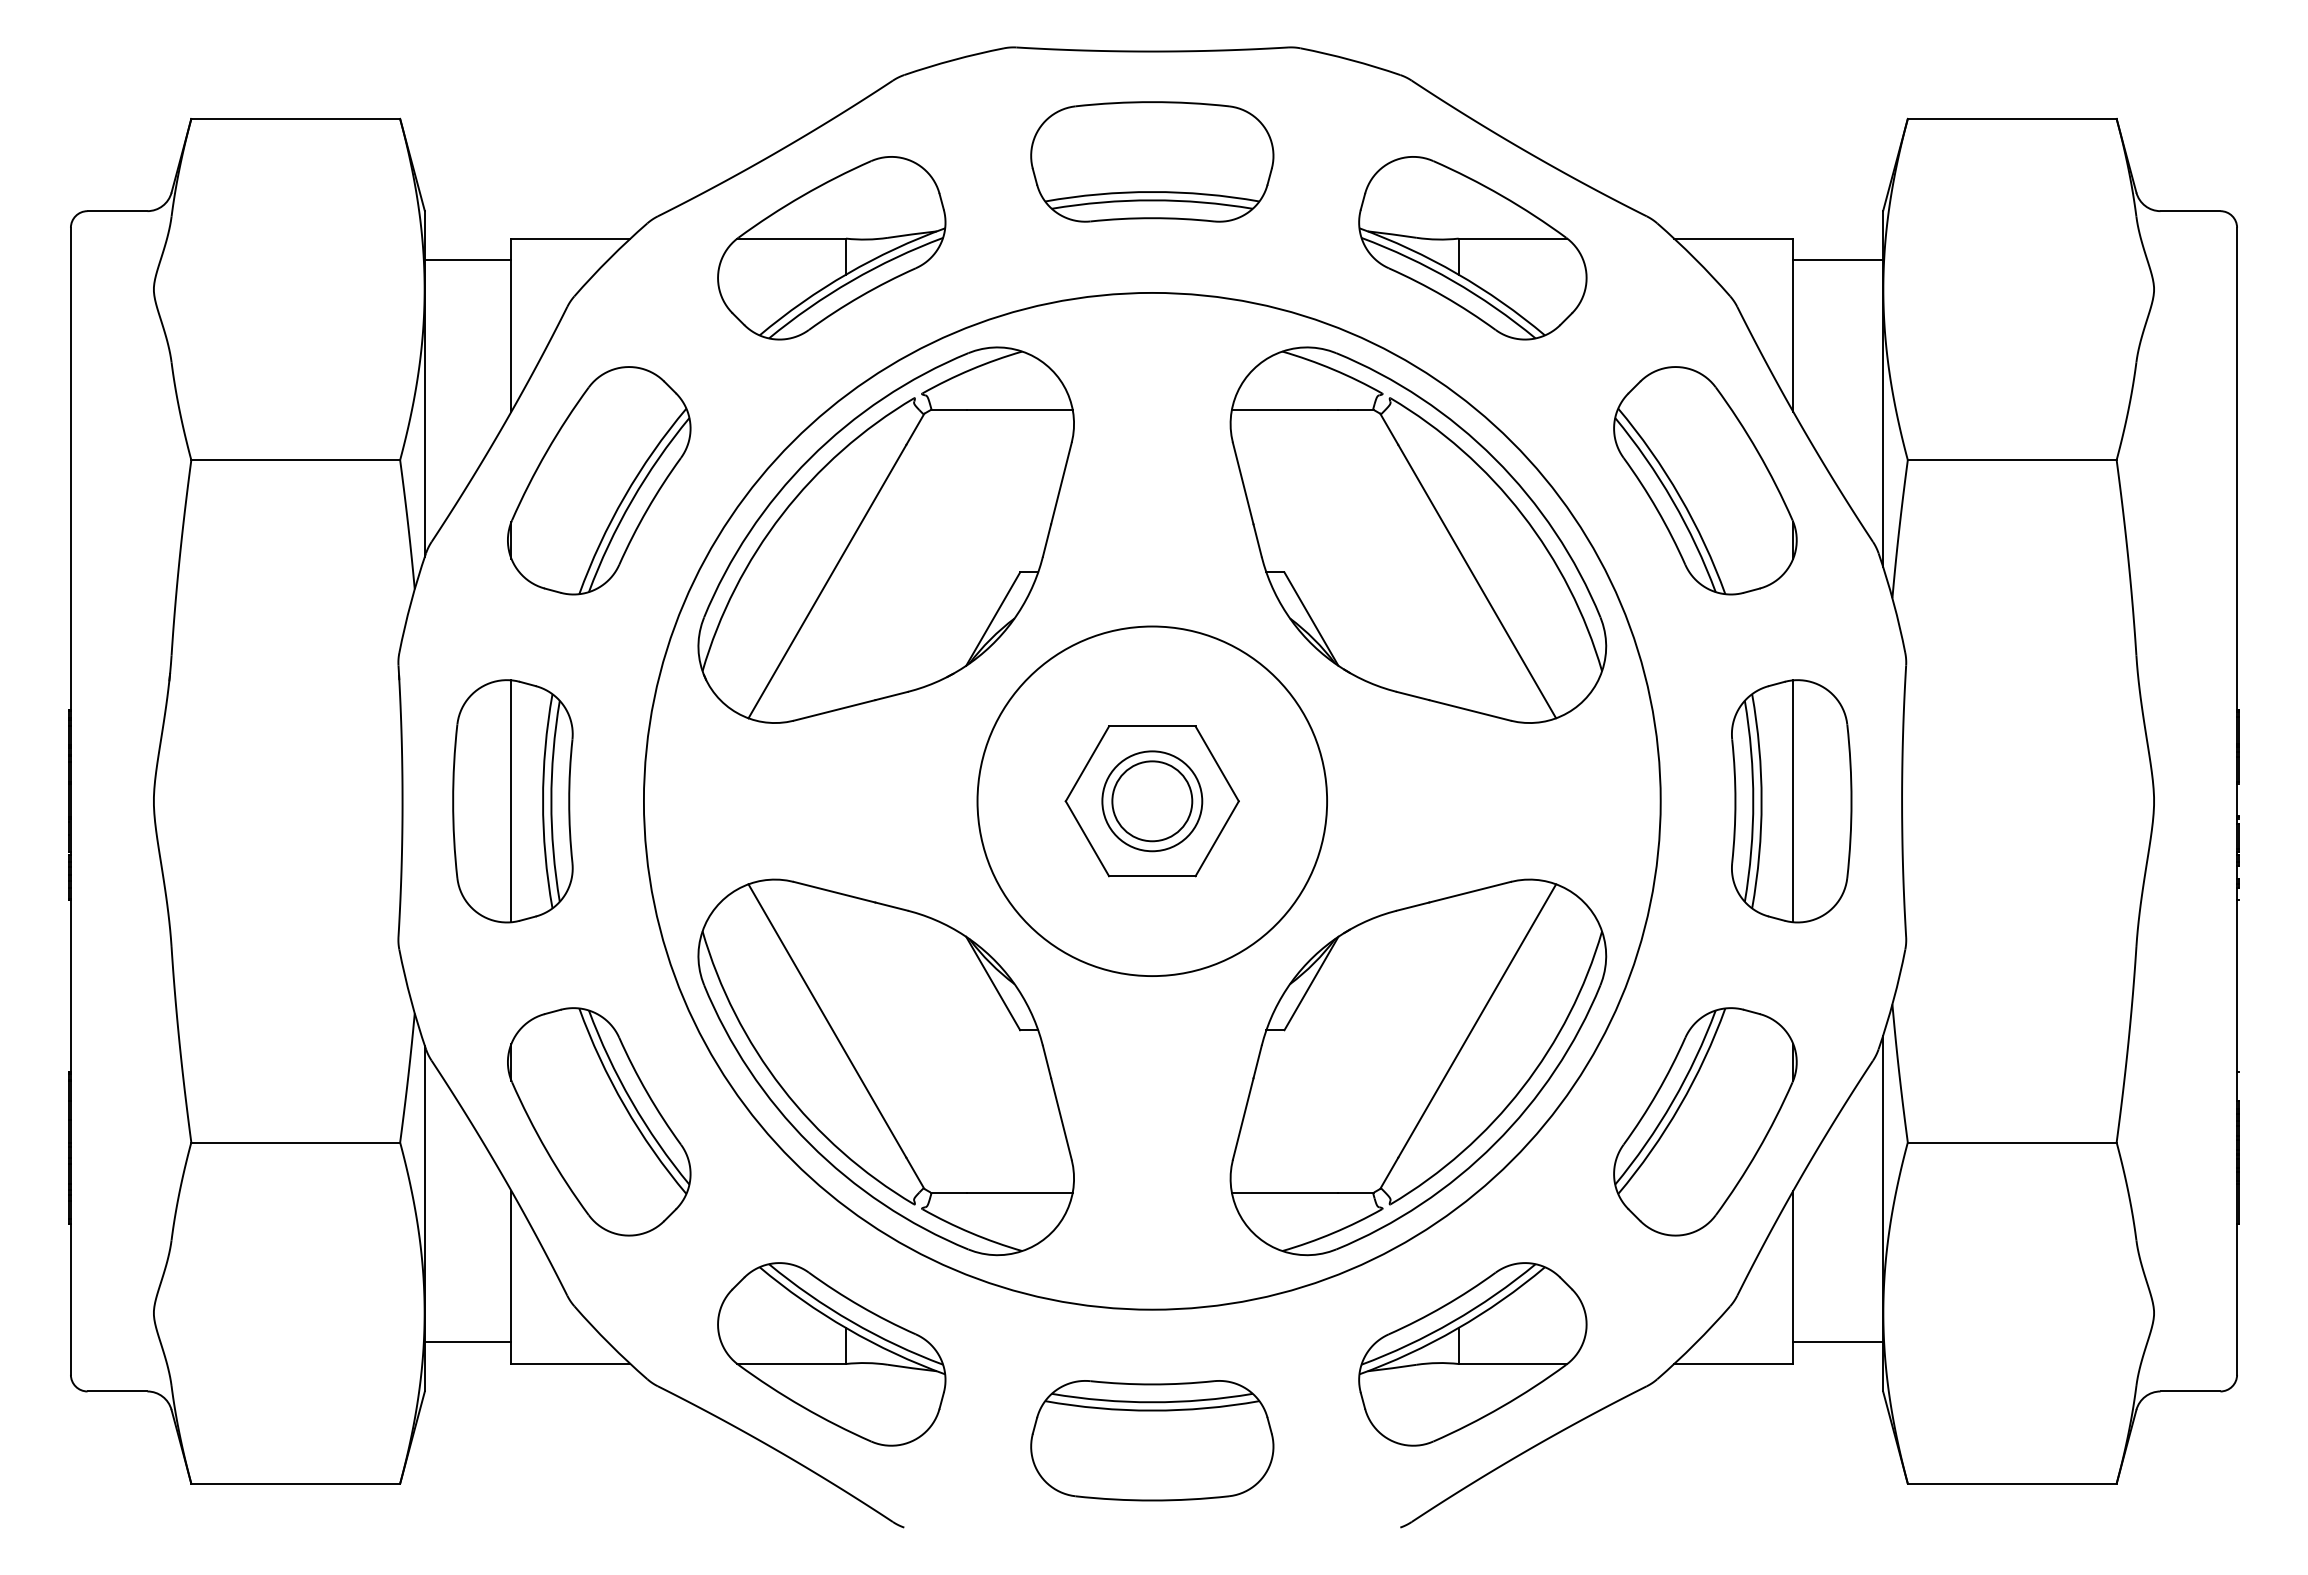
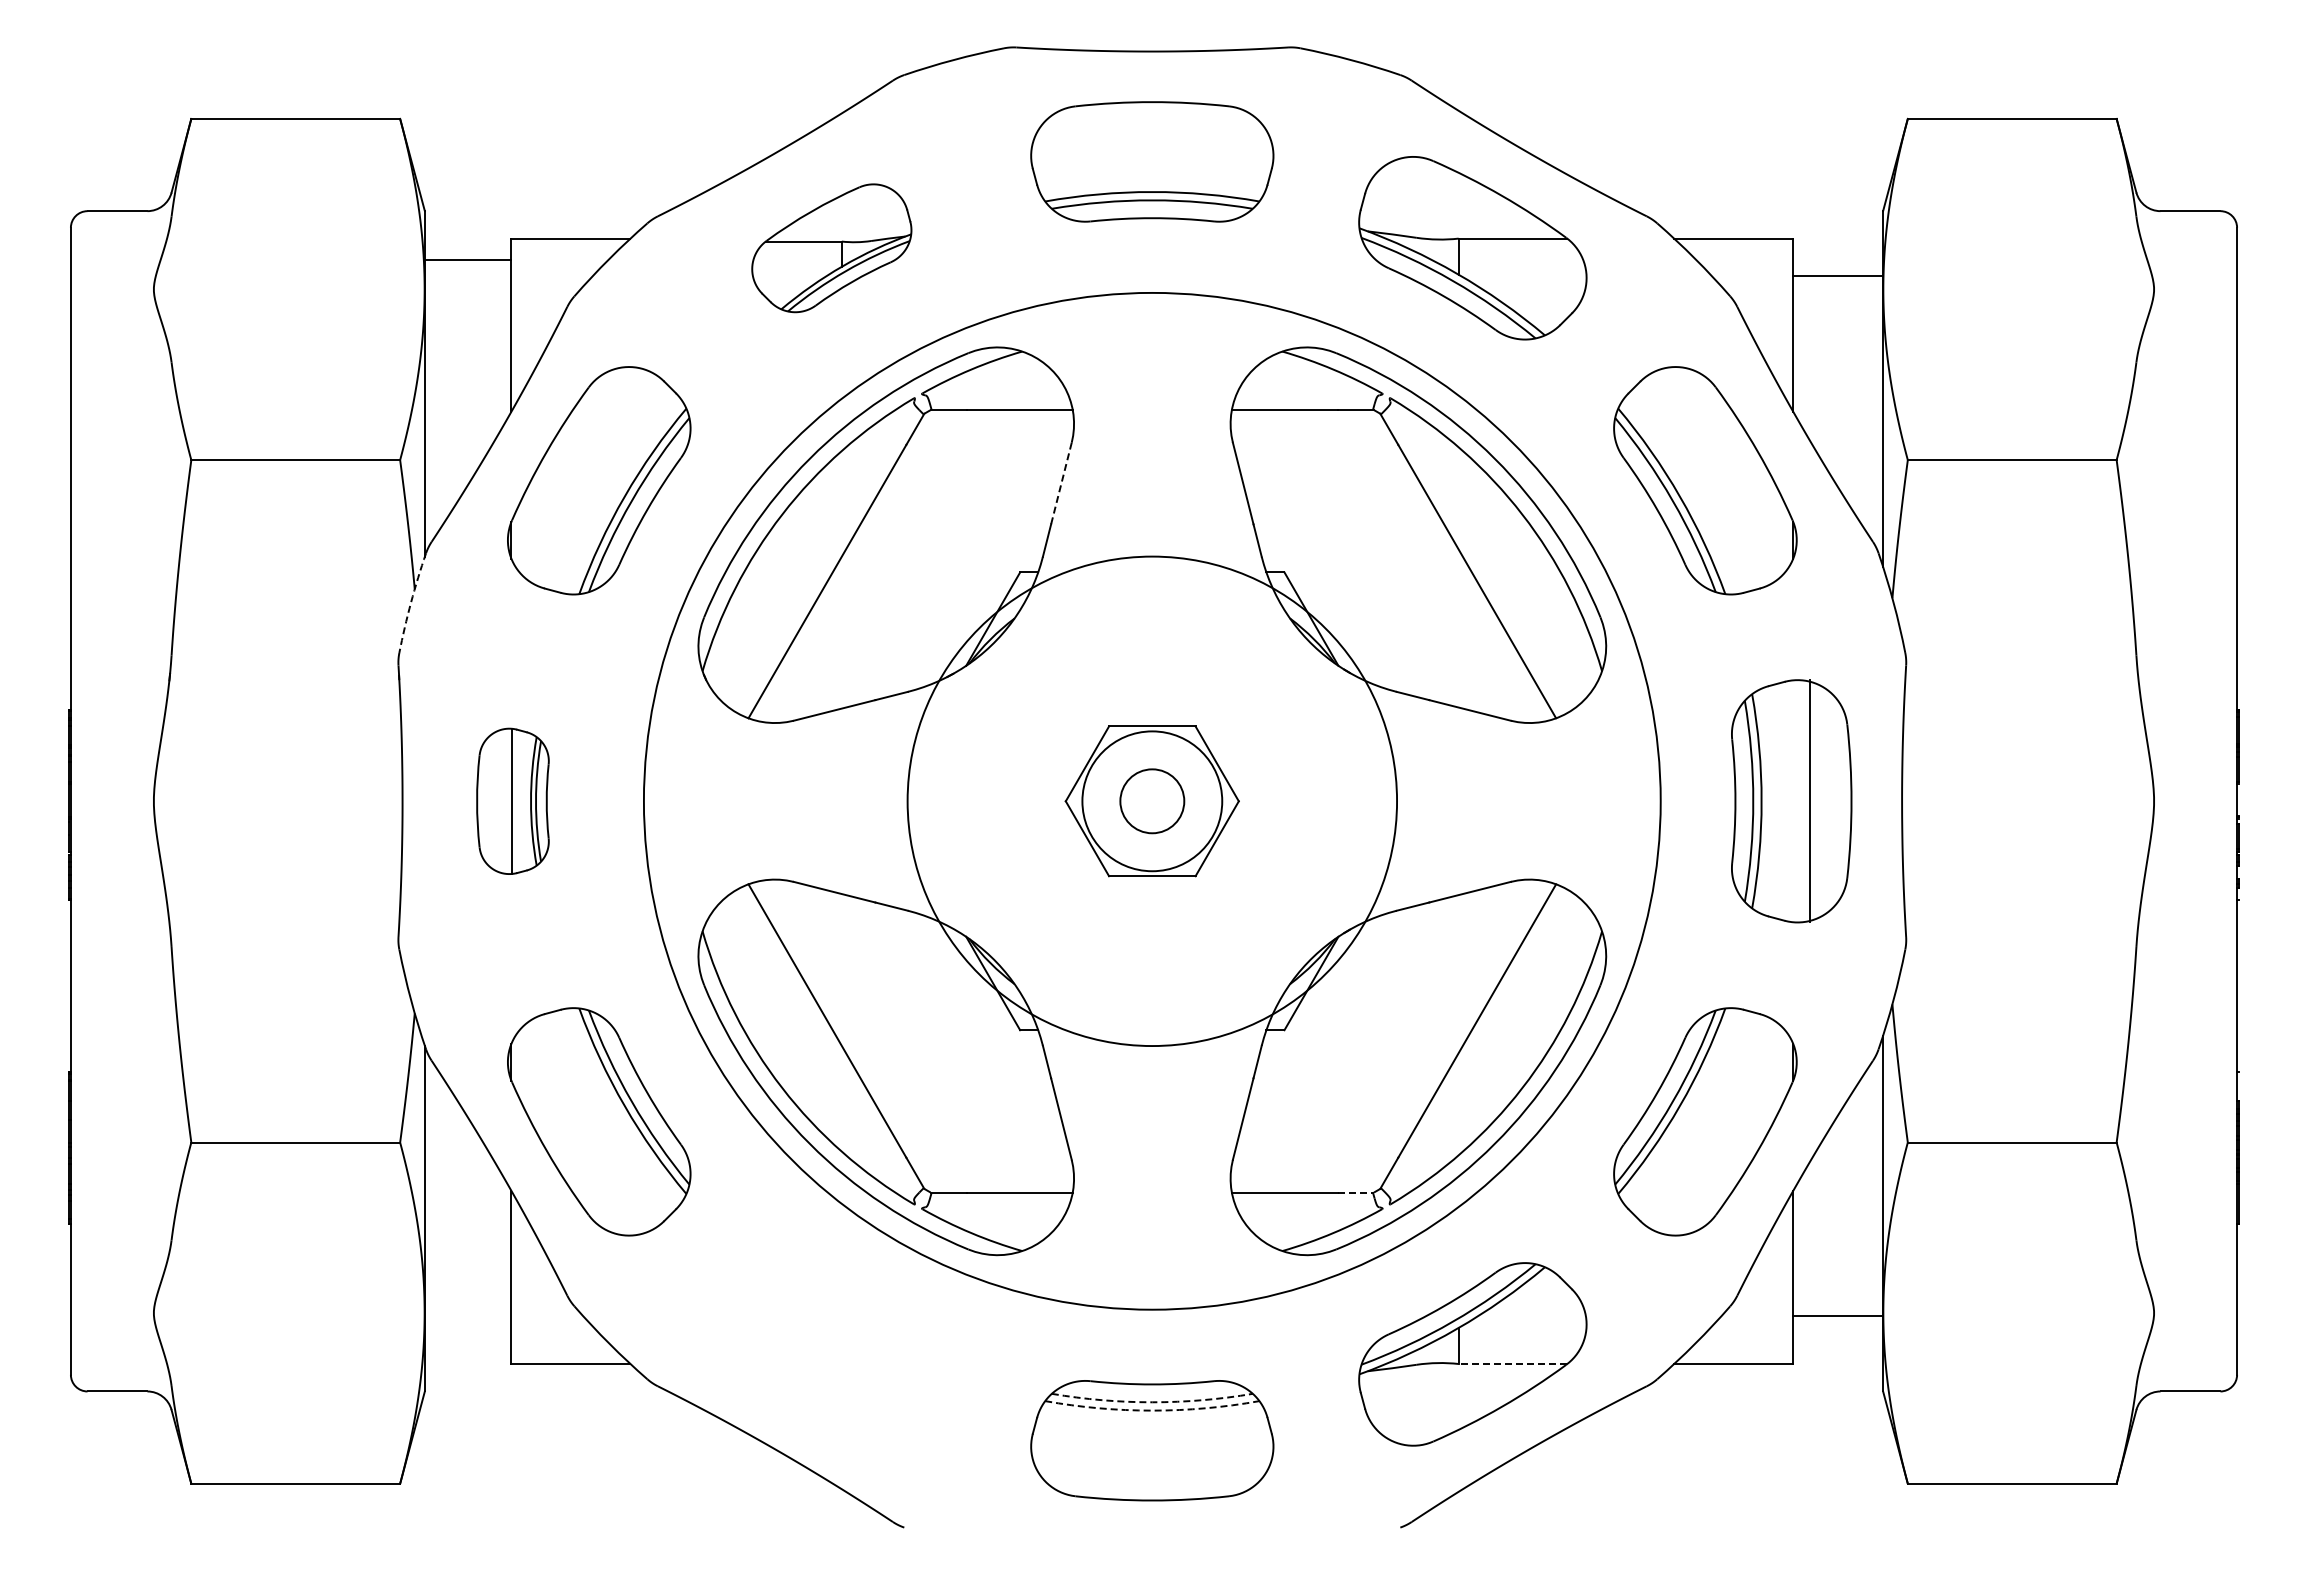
part at (831, 248) size: 230x185 px -> 162x131 px
line at (1838, 260) position: (1838, 260) -> (1838, 276)
line at (1061, 484): solid -> dashed
arc at (411, 602): solid -> dashed
part at (512, 801) size: 122x245 px -> 74x148 px
circle at (1152, 801) diameter: 100 px -> 140 px
circle at (1152, 801) diameter: 350 px -> 489 px
circle at (1152, 801) diameter: 80 px -> 64 px
line at (1793, 801) position: (1793, 801) -> (1810, 801)
line at (1356, 1192): solid -> dashed
line at (467, 1342): present -> none
line at (1838, 1342) position: (1838, 1342) -> (1838, 1316)
part at (831, 1354): present -> none
line at (1512, 1364): solid -> dashed
arc at (1152, 1402): solid -> dashed
arc at (1152, 1410): solid -> dashed
